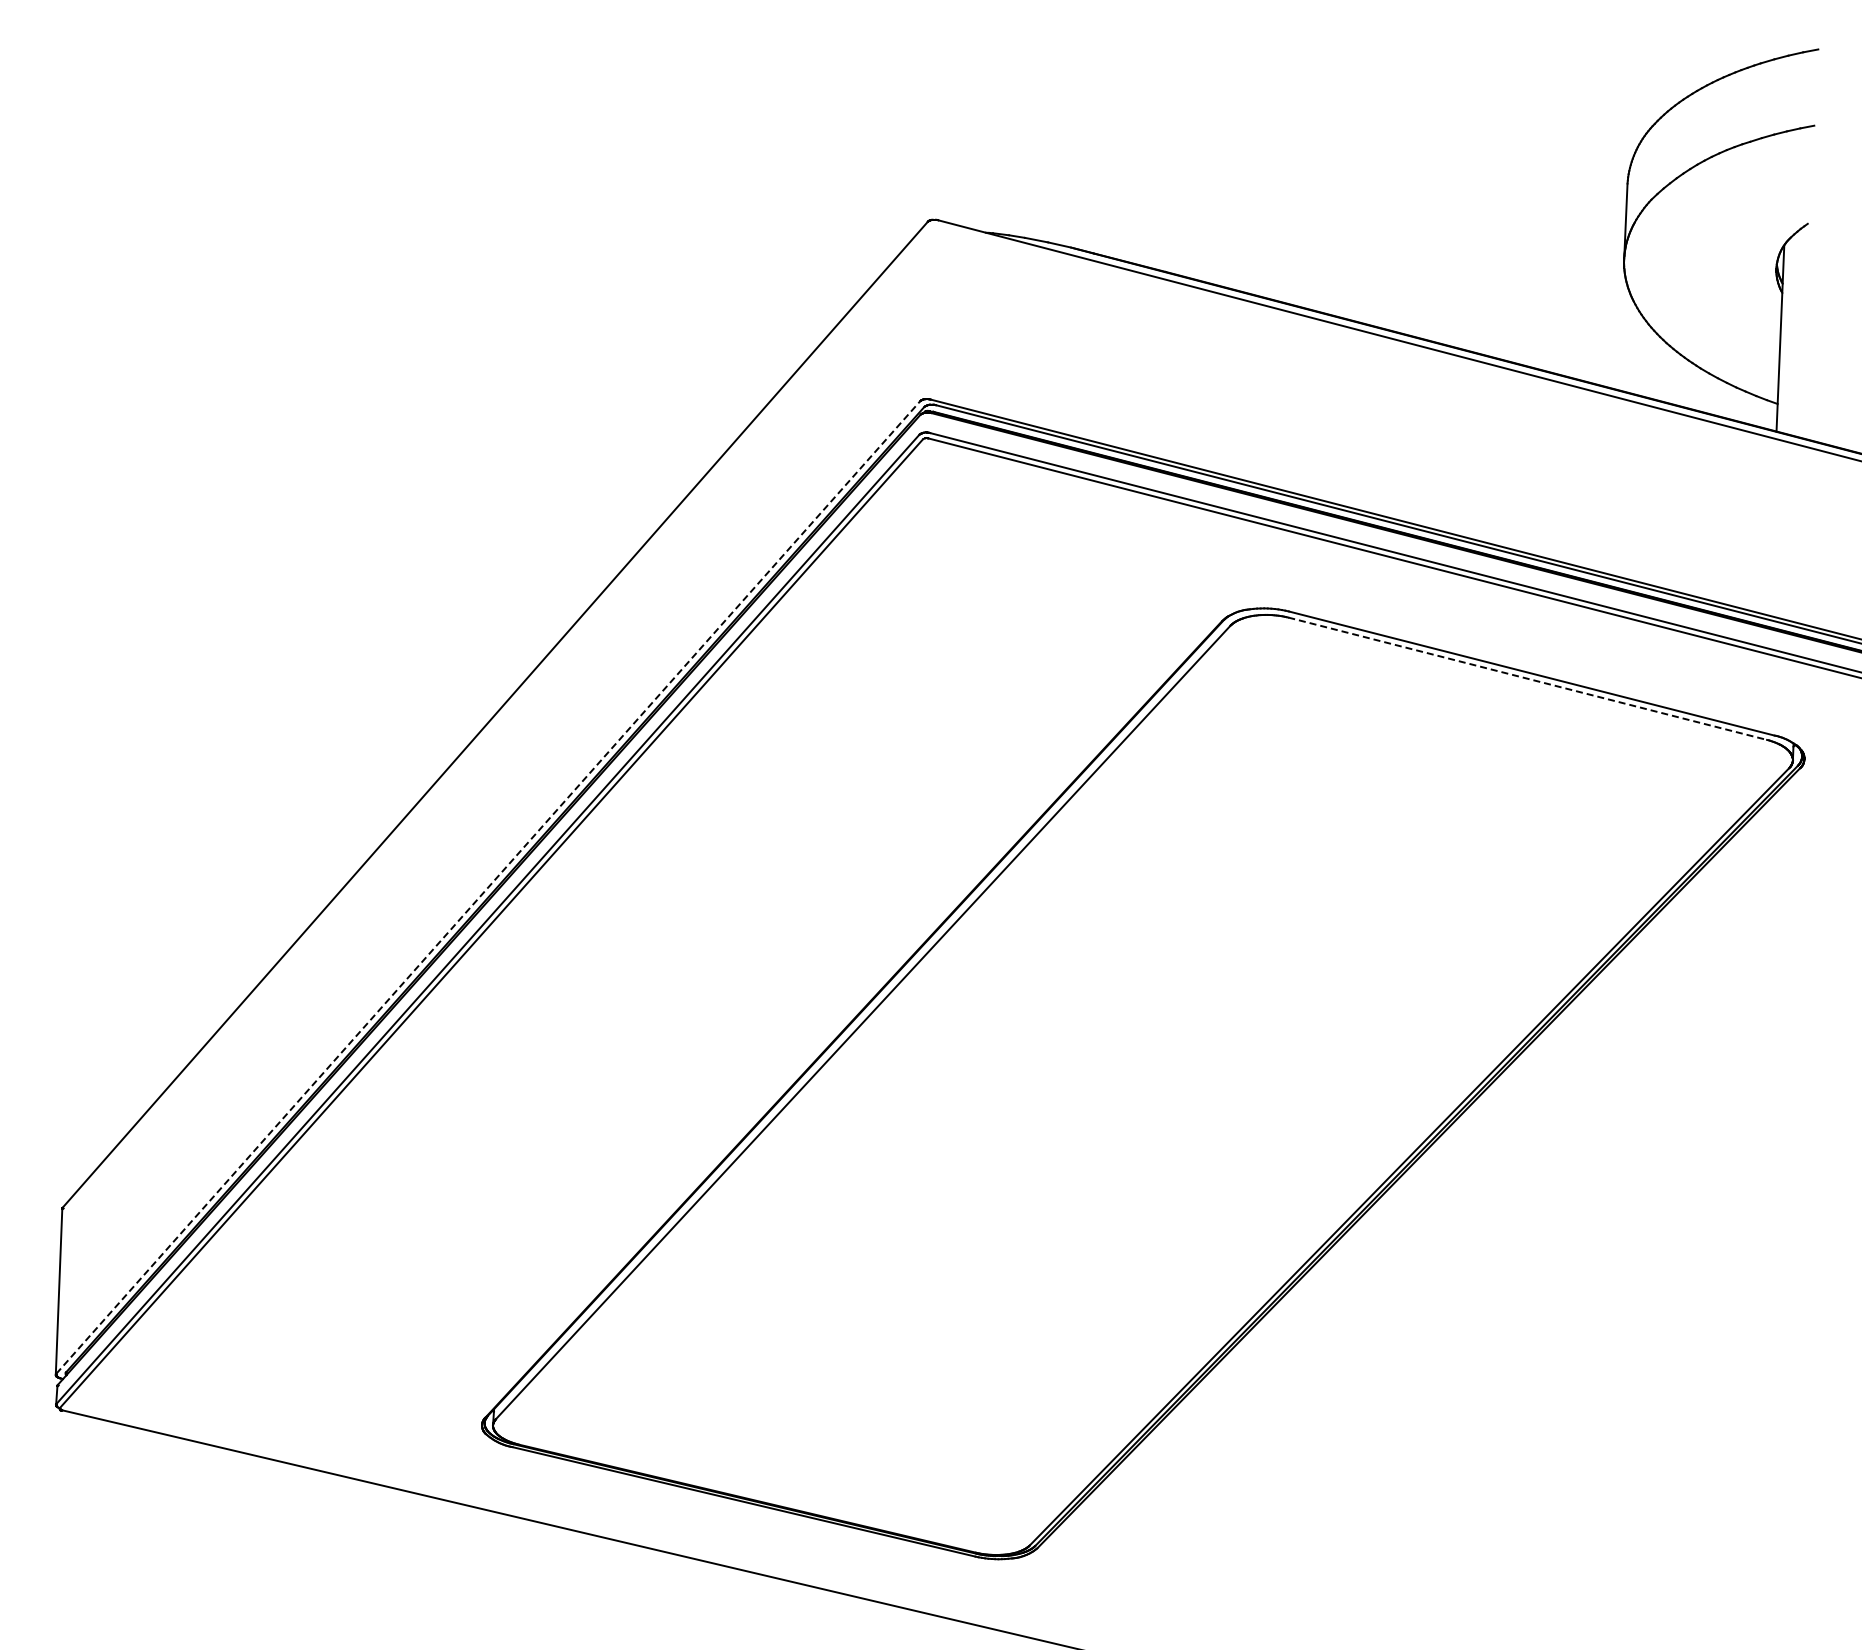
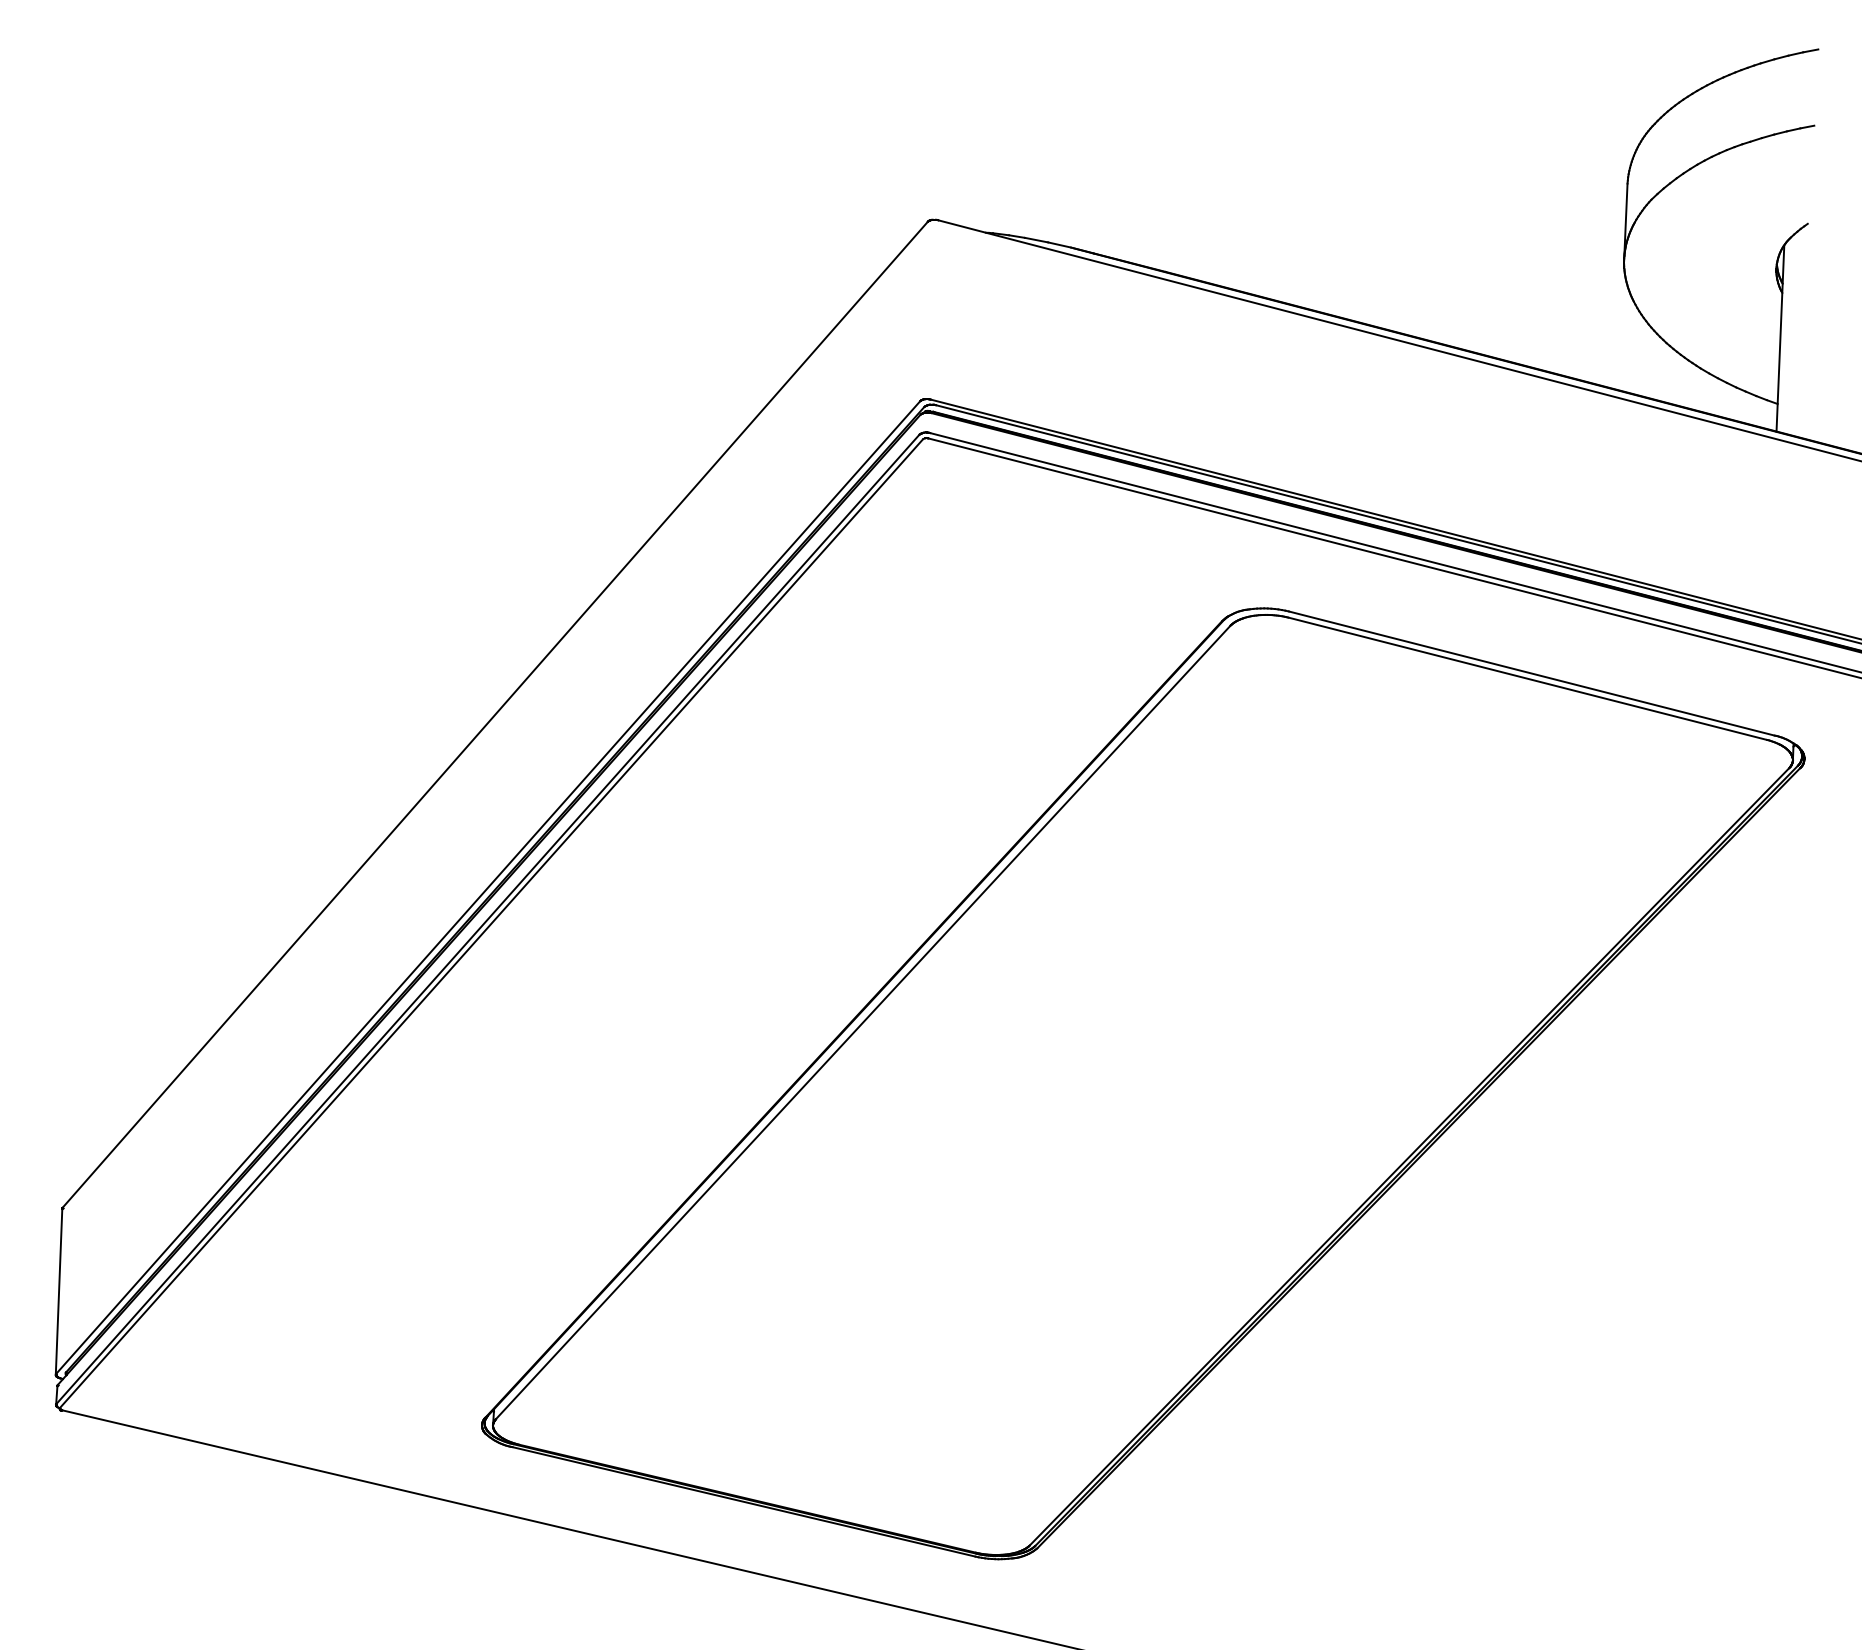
line at (1528, 678): dashed -> solid
line at (488, 887): dashed -> solid
